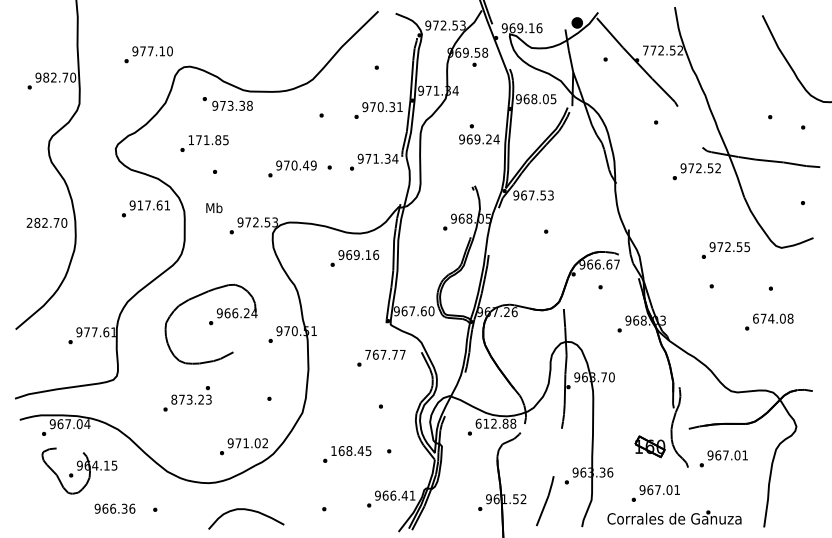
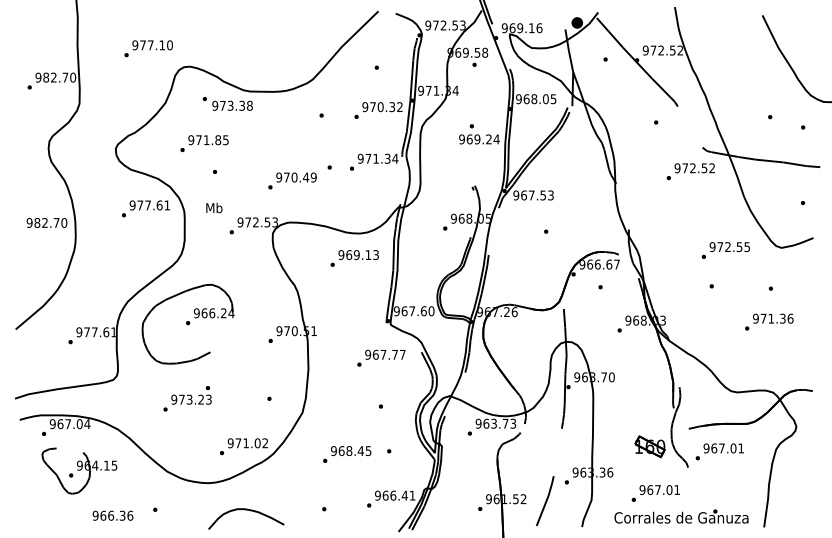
text at (645, 50): 772.52 -> 972.52
text at (148, 54) position: (148, 54) -> (148, 48)
text at (399, 106): 970.31 -> 970.32
text at (191, 140): 171.85 -> 971.85
text at (292, 168) position: (292, 168) -> (292, 180)
text at (696, 171) position: (696, 171) -> (690, 171)
text at (140, 205): 917.61 -> 977.61
text at (29, 222): 282.70 -> 982.70
text at (376, 254): 969.16 -> 969.13
text at (773, 318): 674.08 -> 971.36
part at (210, 323) position: (210, 323) -> (187, 323)
text at (368, 354): 767.77 -> 967.77
text at (174, 399): 873.23 -> 973.23
text at (495, 423): 612.88 -> 963.73
text at (333, 451): 168.45 -> 968.45
text at (723, 458) position: (723, 458) -> (719, 451)
text at (114, 508) position: (114, 508) -> (112, 515)
text at (674, 517) position: (674, 517) -> (681, 516)
